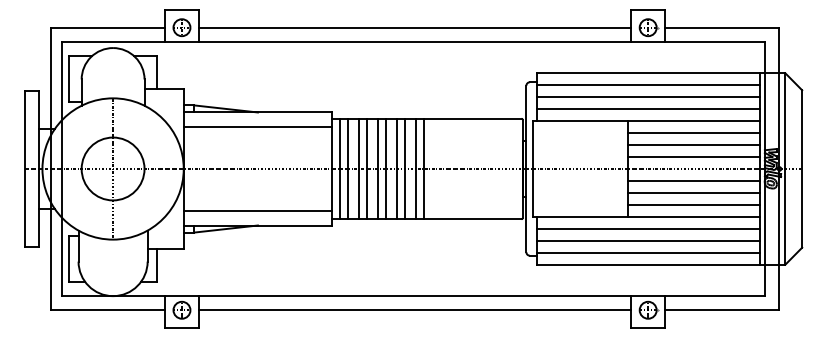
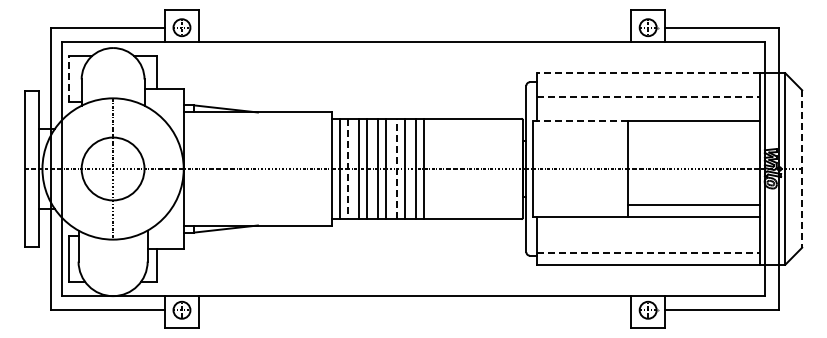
line at (414, 27): present -> none
line at (648, 73): solid -> dashed
line at (68, 78): solid -> dashed
line at (648, 85): present -> none
line at (648, 97): solid -> dashed
line at (648, 109): present -> none
line at (581, 121): solid -> dashed
line at (257, 126): present -> none
line at (693, 133): present -> none
line at (693, 145): present -> none
line at (693, 157): present -> none
line at (396, 168): solid -> dashed
line at (347, 169): solid -> dashed
line at (802, 169): solid -> dashed
line at (693, 180): present -> none
line at (693, 192): present -> none
line at (257, 211): present -> none
line at (648, 228): present -> none
line at (648, 240): present -> none
line at (648, 252): solid -> dashed
line at (414, 310): present -> none
